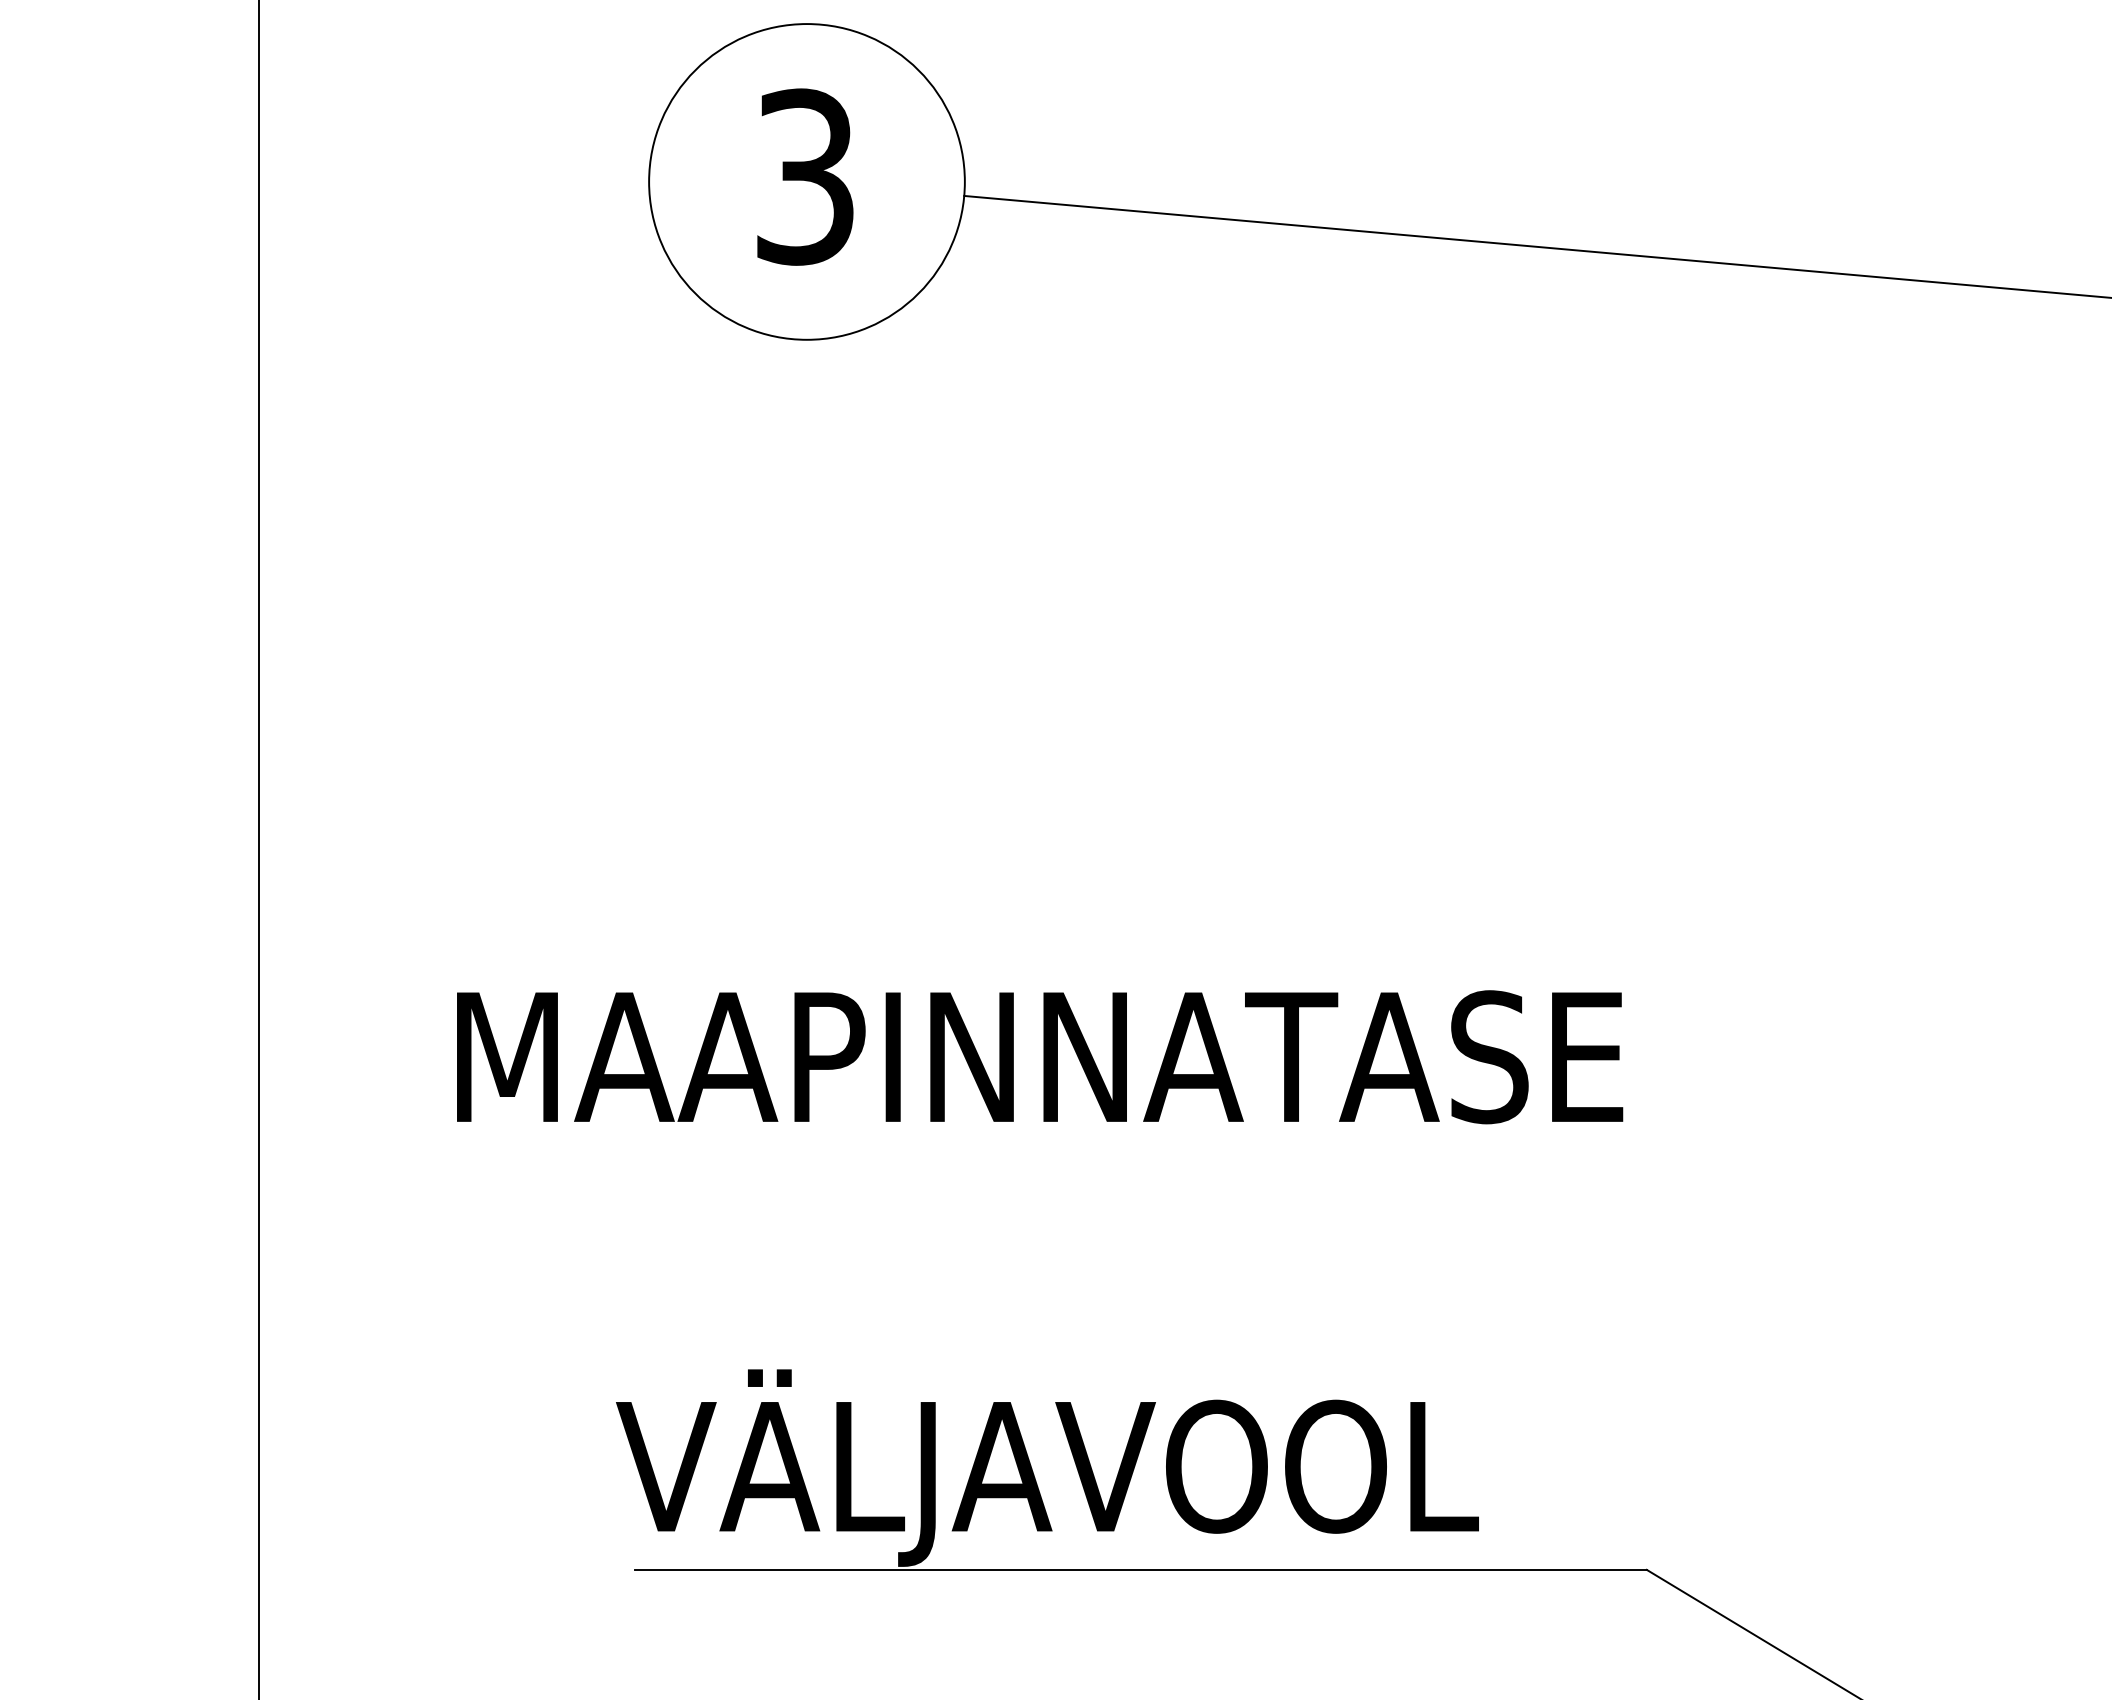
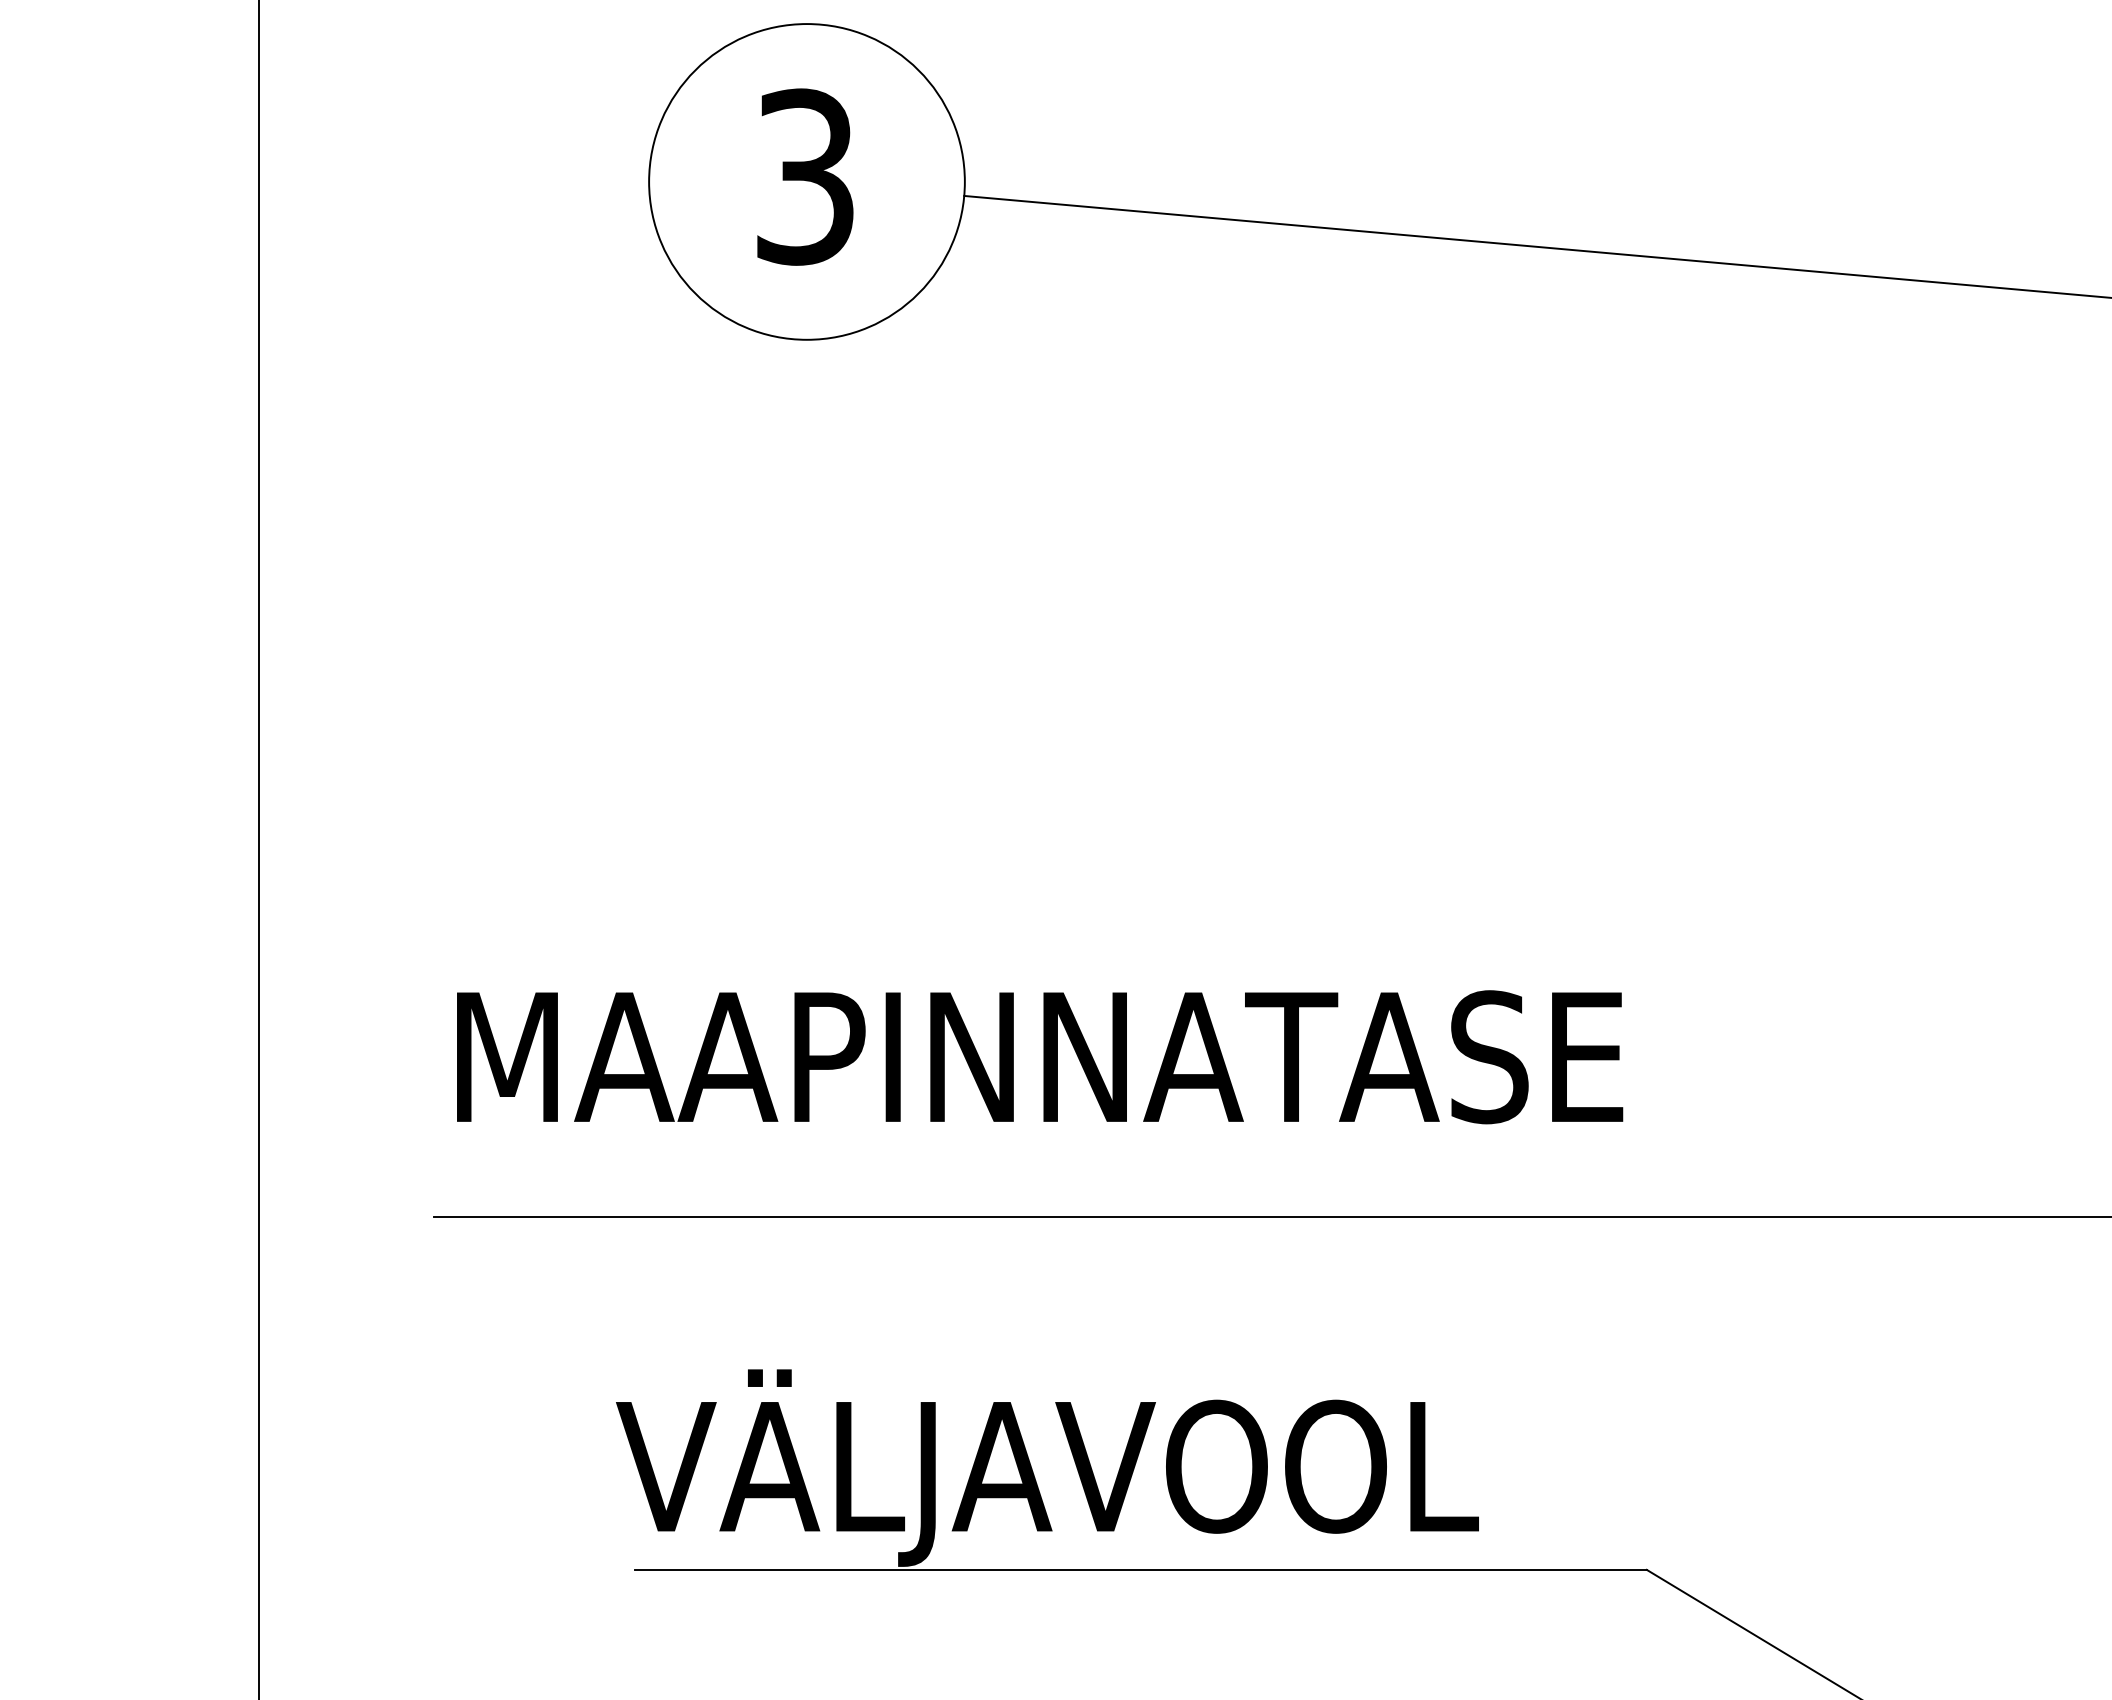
line at (1271, 1216): none -> present
